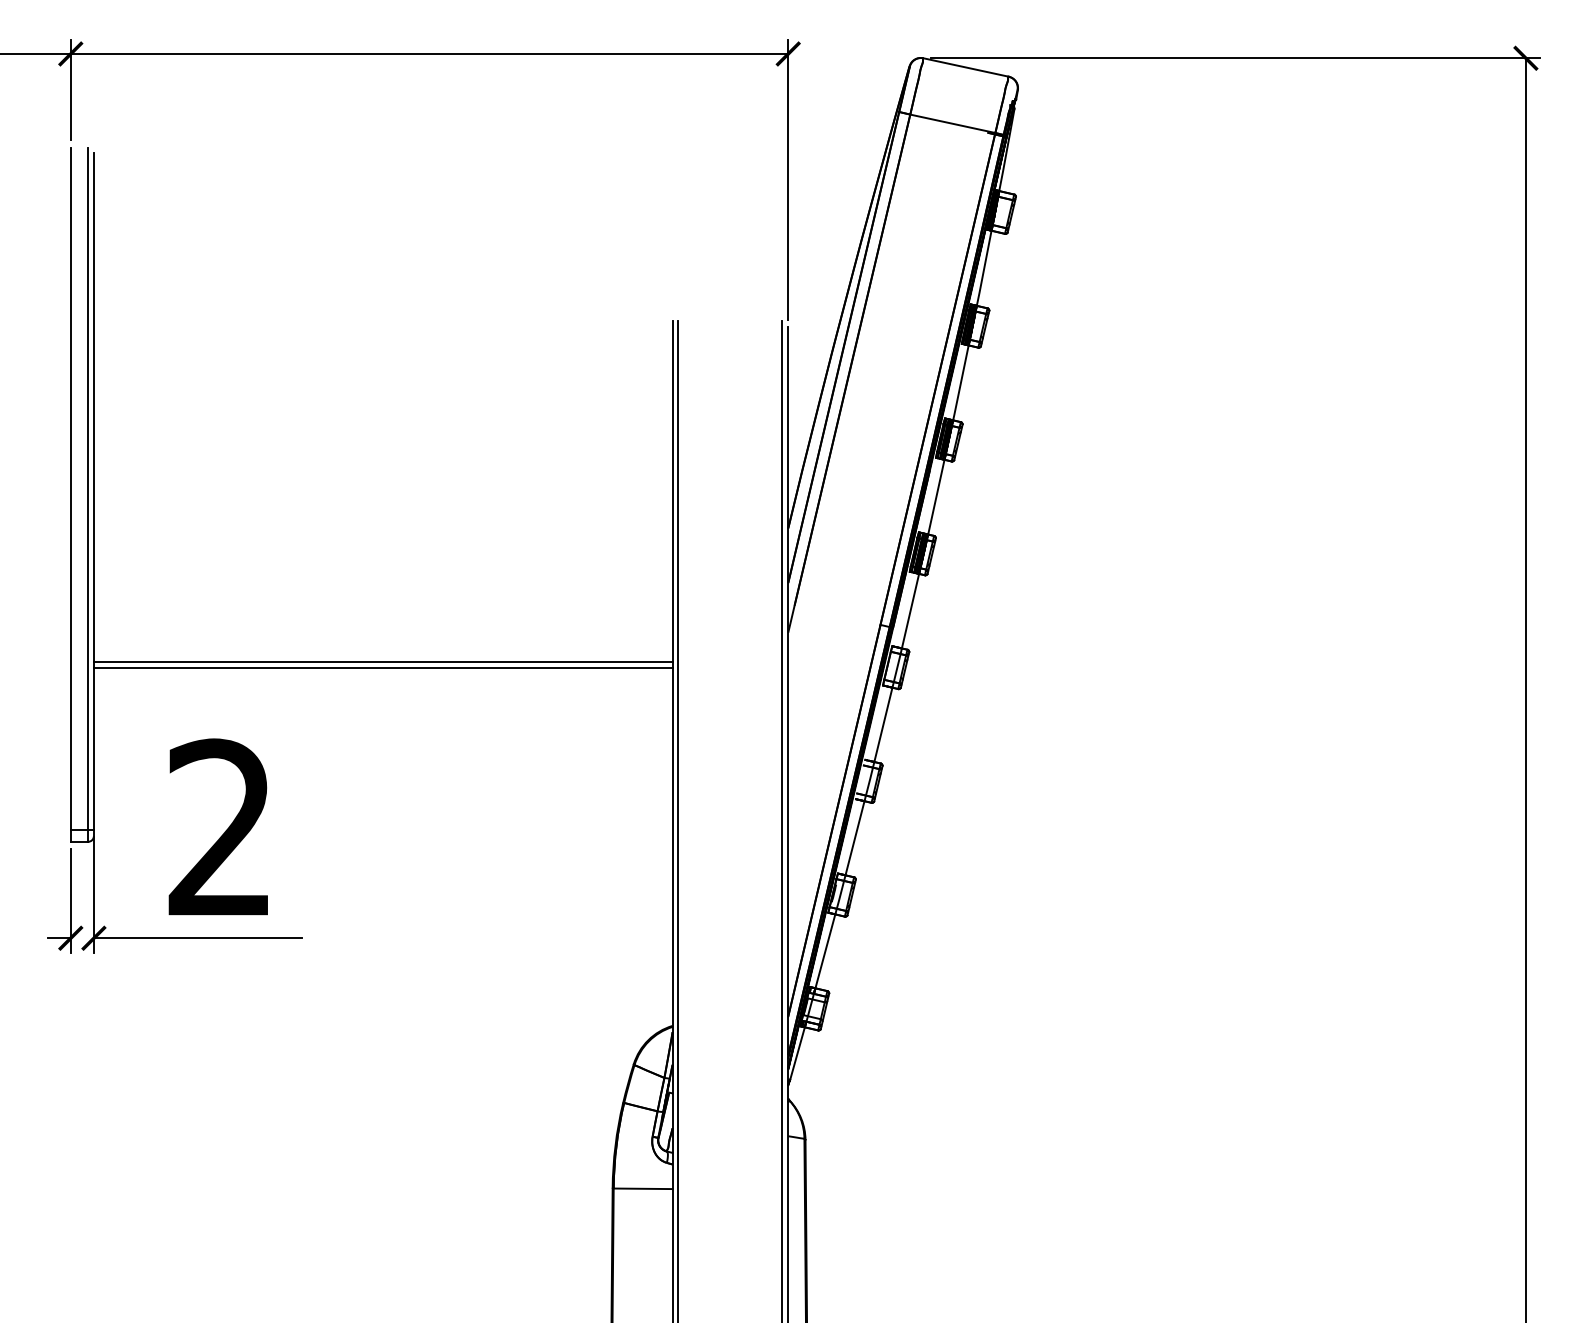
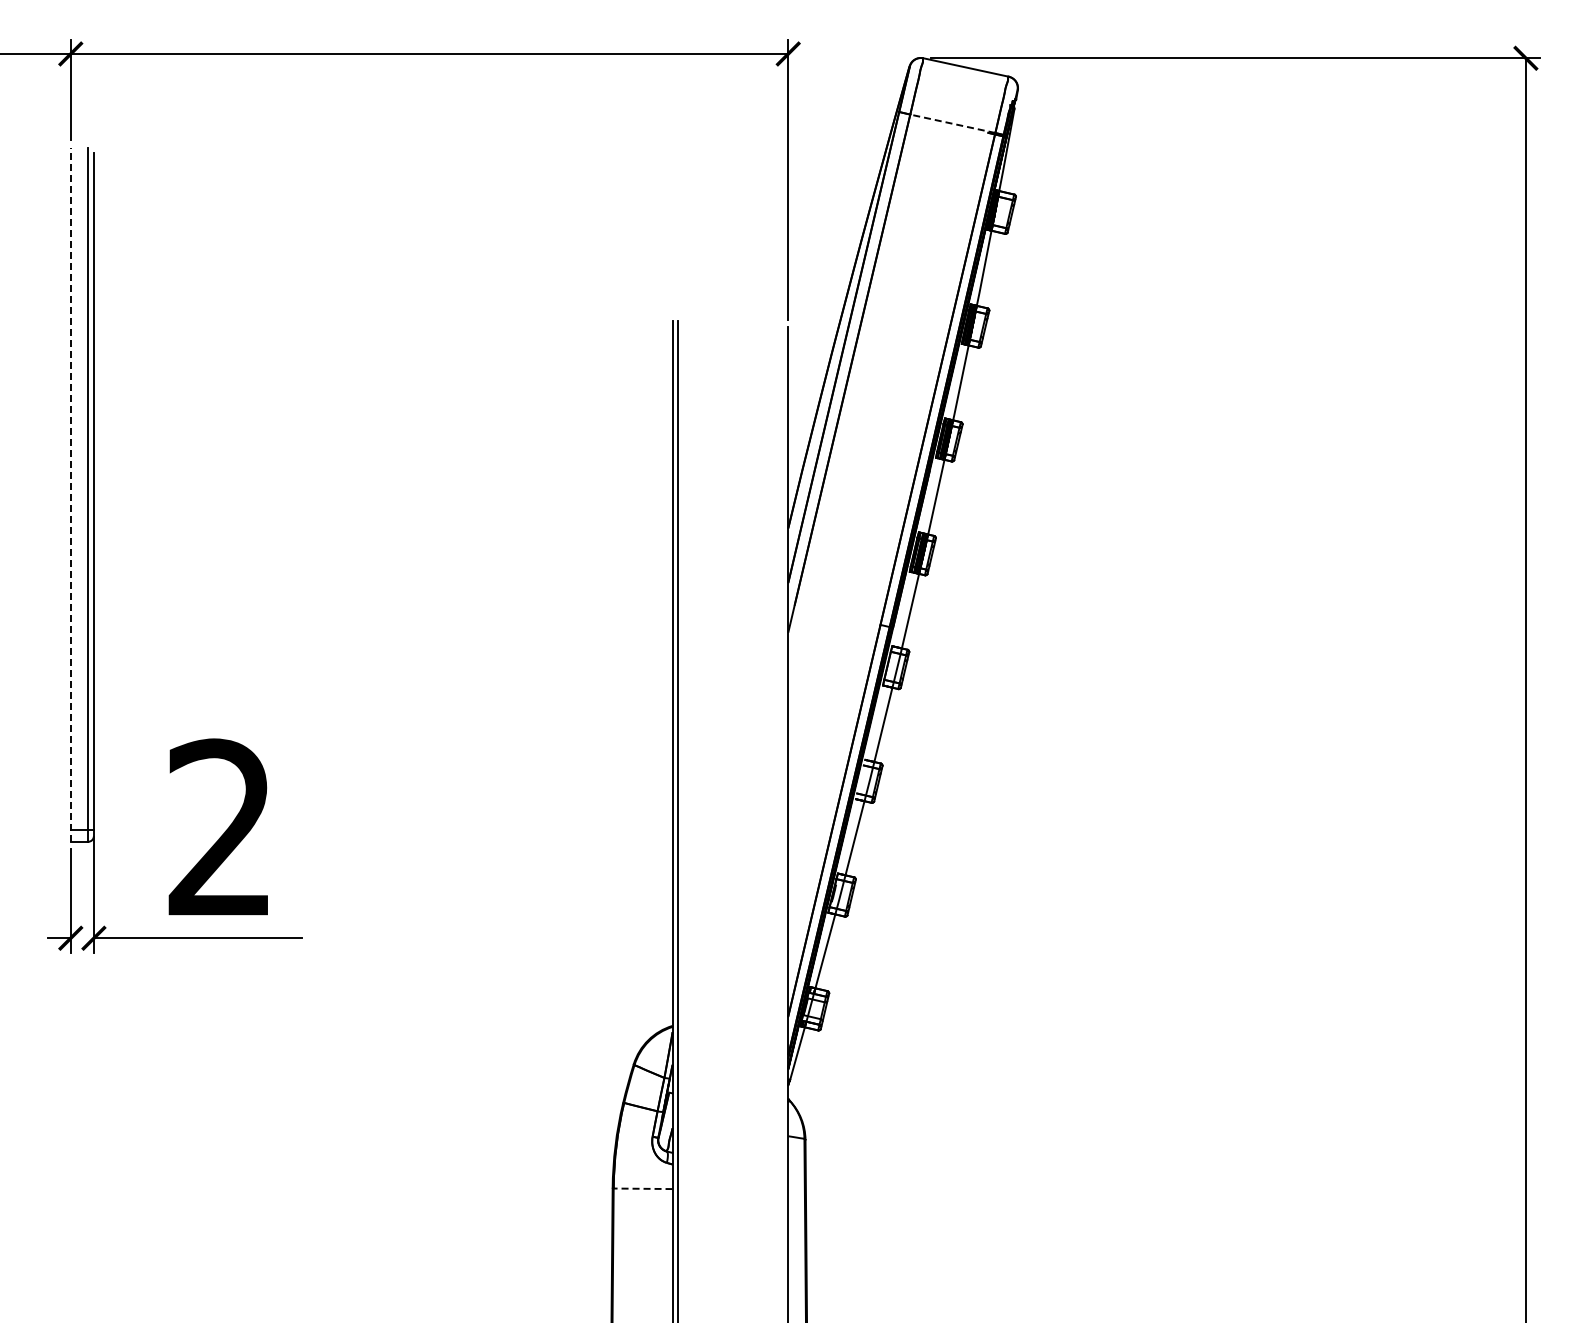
line at (952, 123): solid -> dashed
line at (70, 494): solid -> dashed
line at (382, 662): present -> none
line at (382, 668): present -> none
line at (782, 820): present -> none
line at (642, 1188): solid -> dashed
